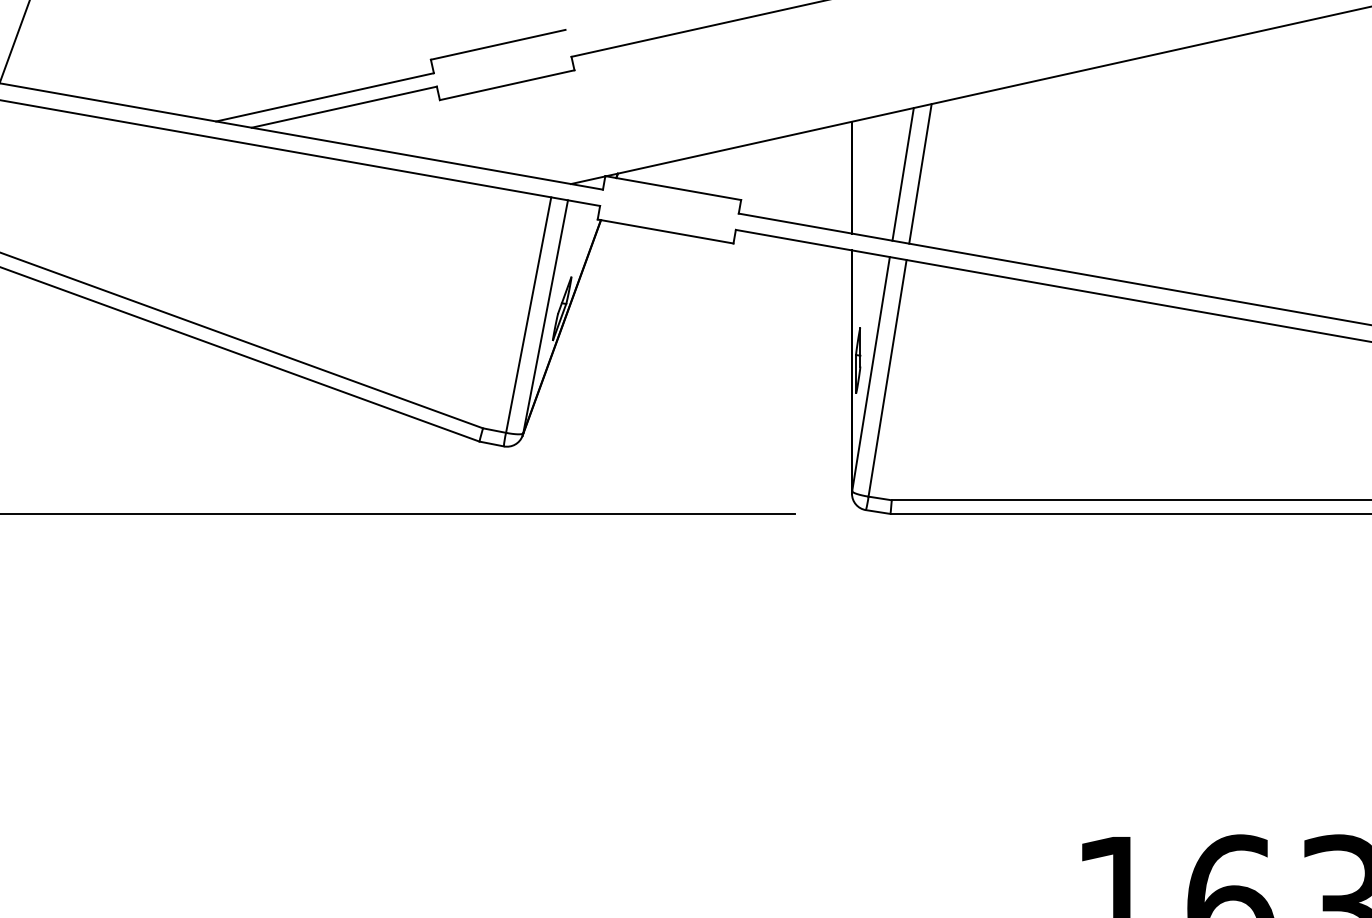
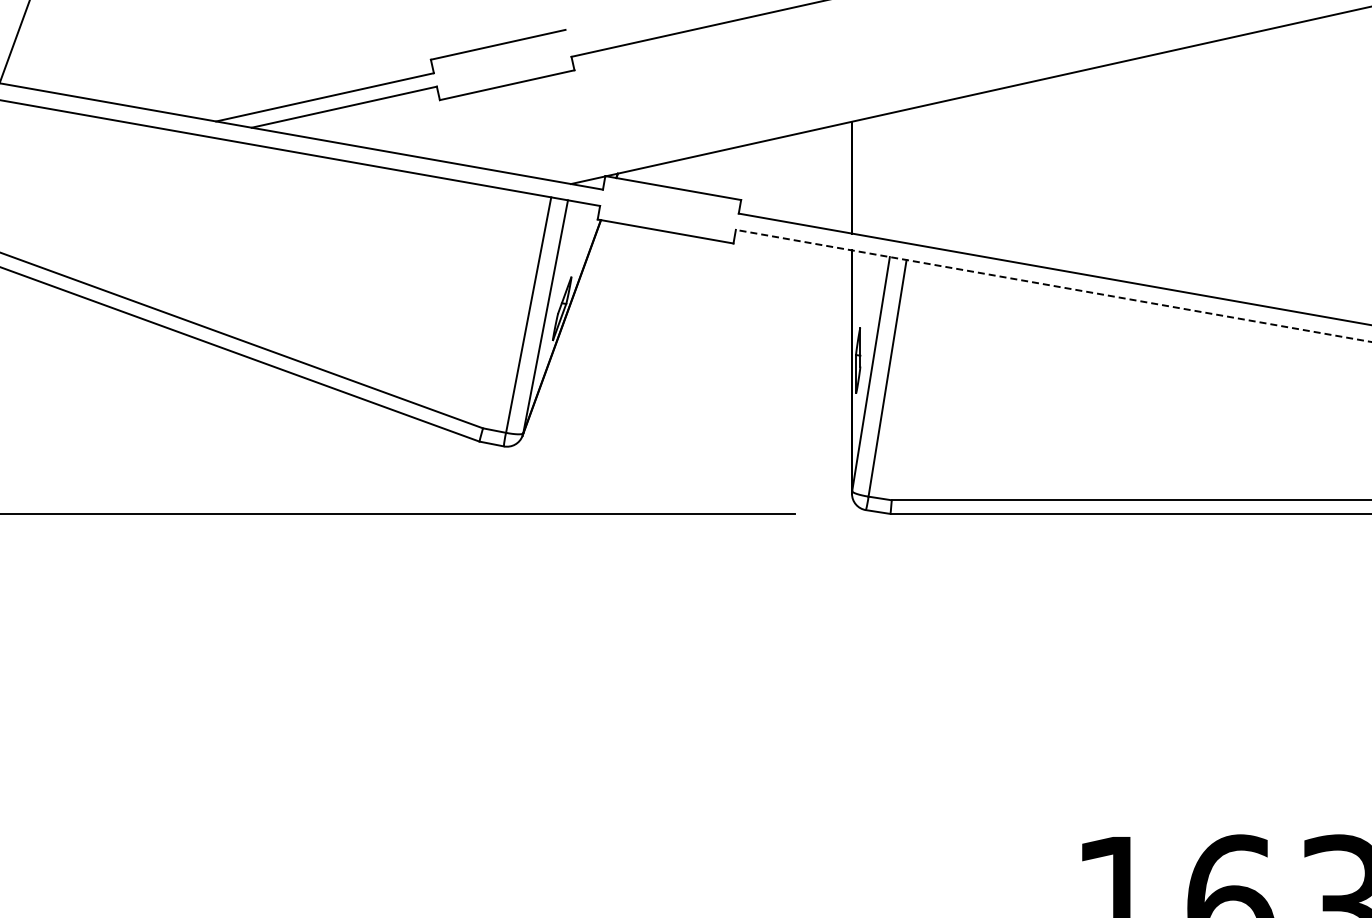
line at (920, 173): present -> none
line at (902, 174): present -> none
line at (1053, 285): solid -> dashed
